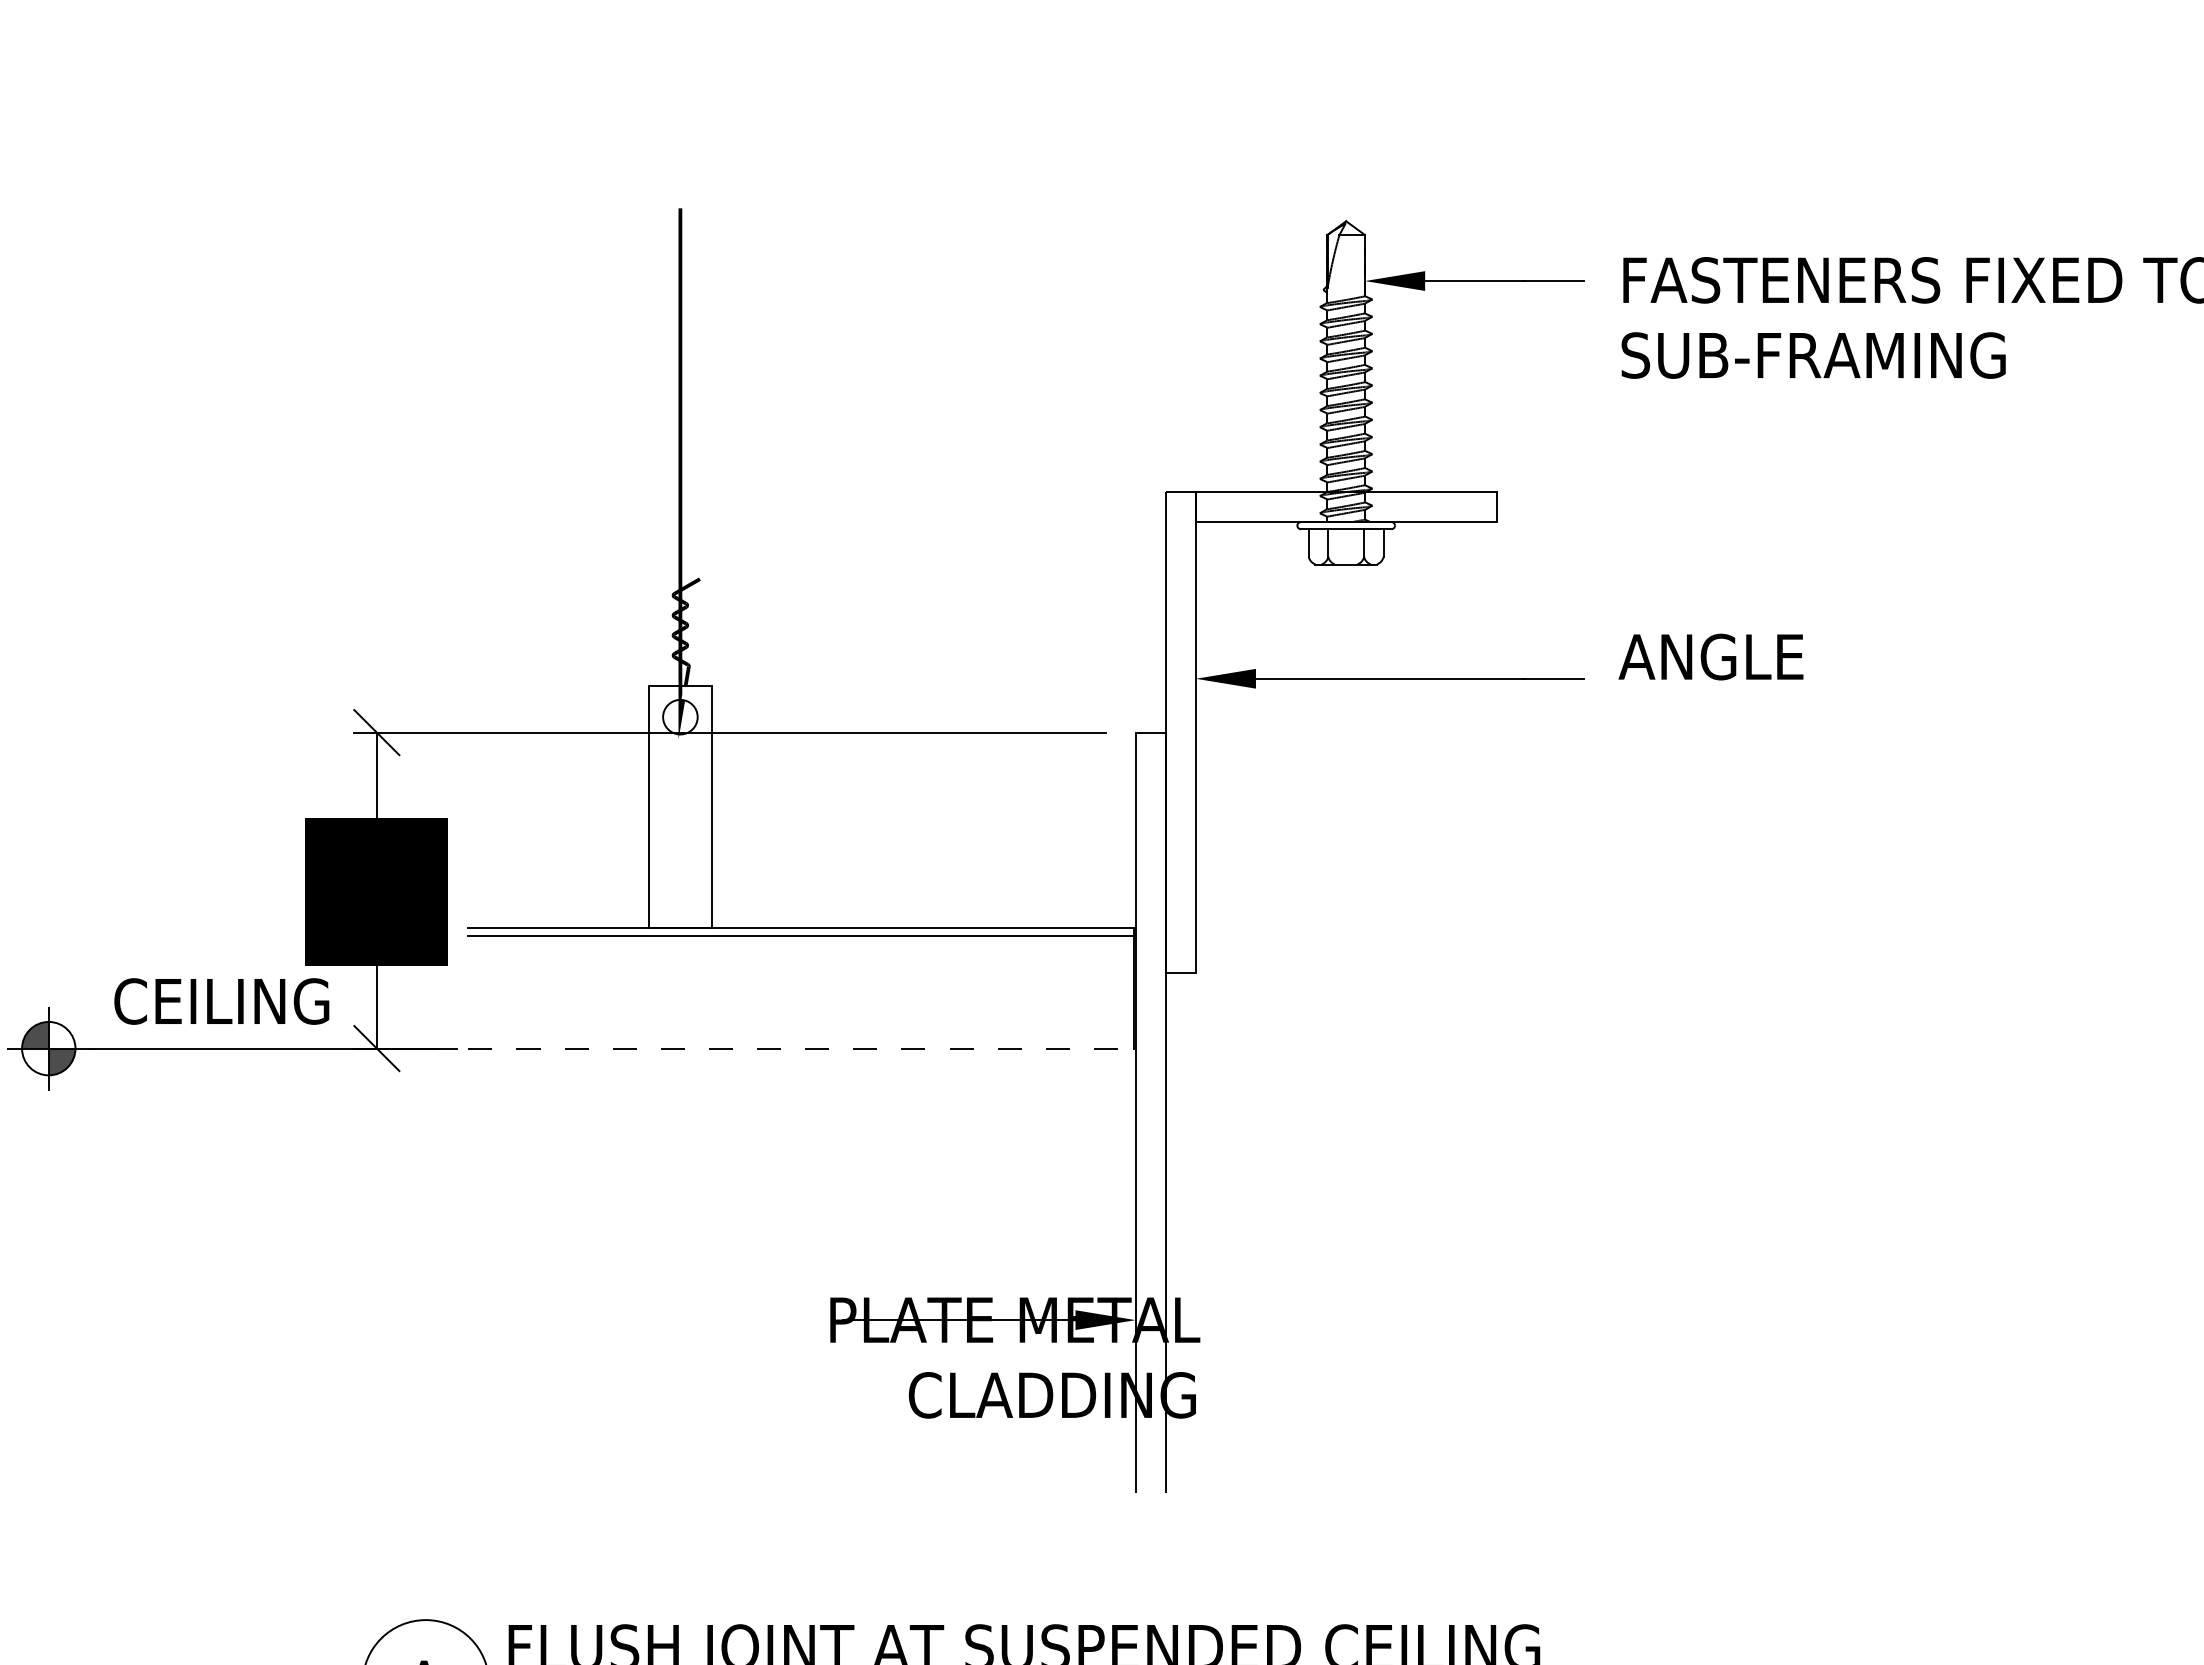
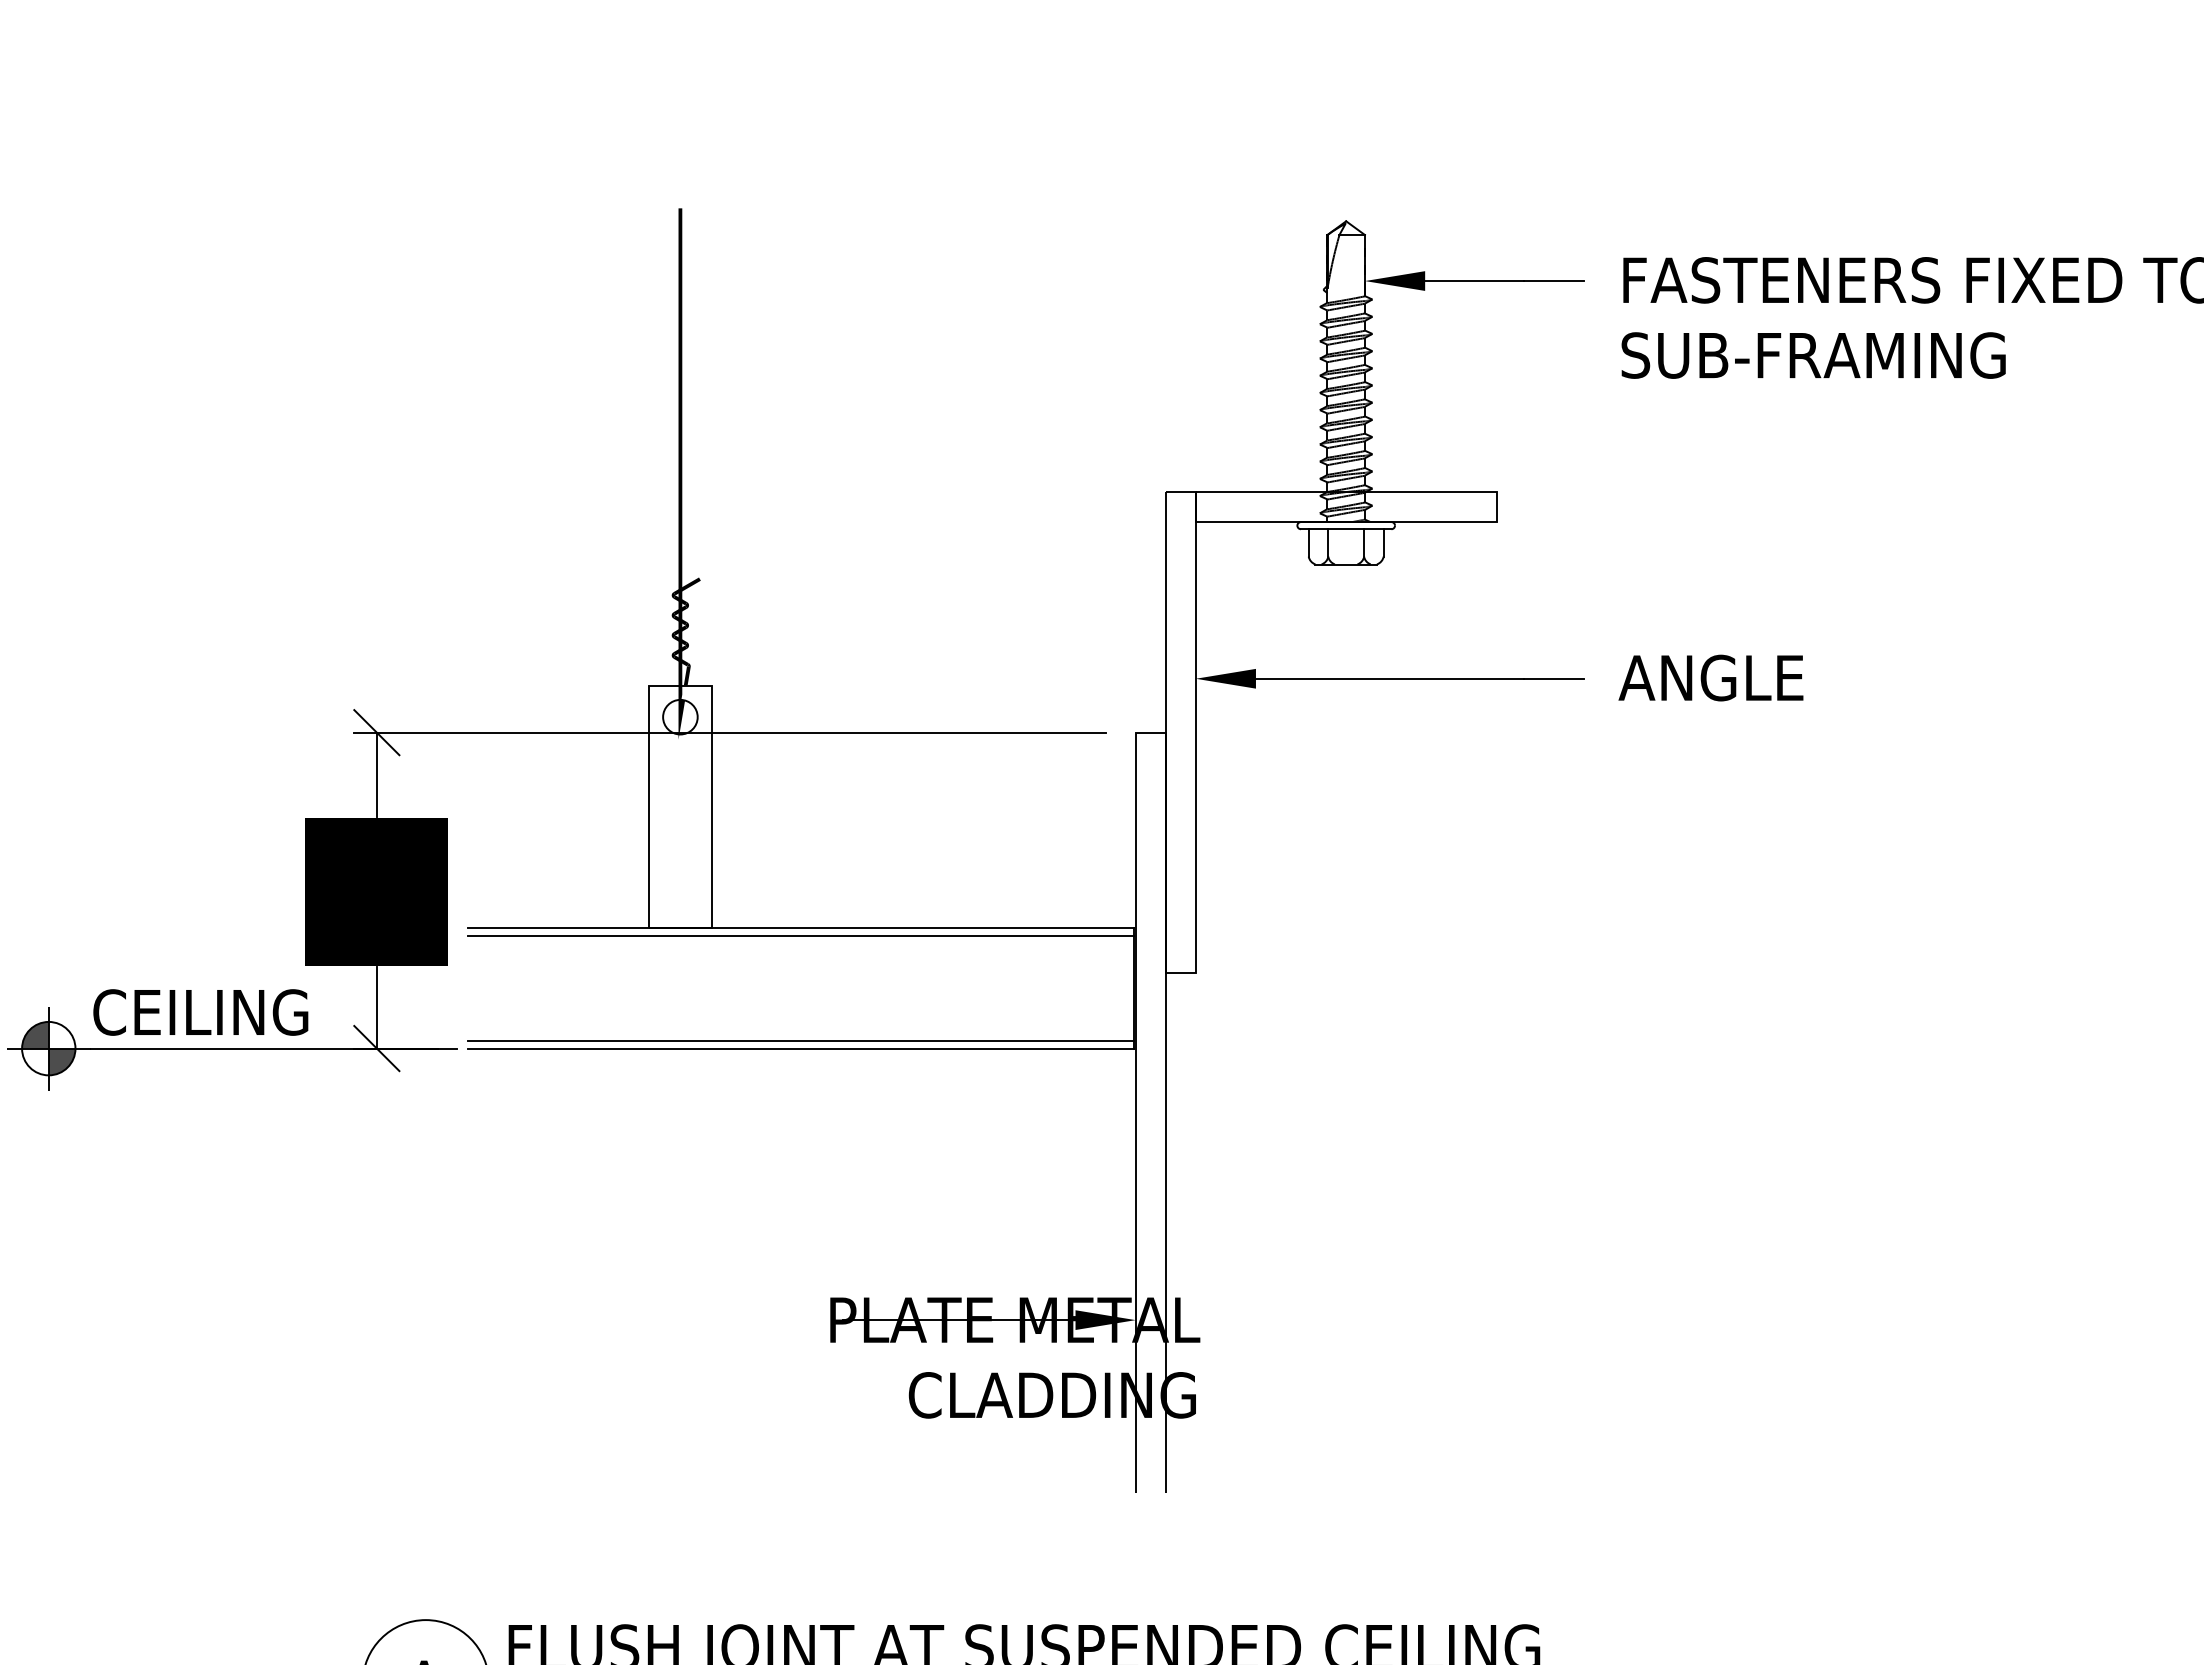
text at (1710, 656) position: (1710, 656) -> (1710, 677)
text at (221, 1001) position: (221, 1001) -> (200, 1012)
line at (801, 1041): none -> present
line at (801, 1048): dashed -> solid
